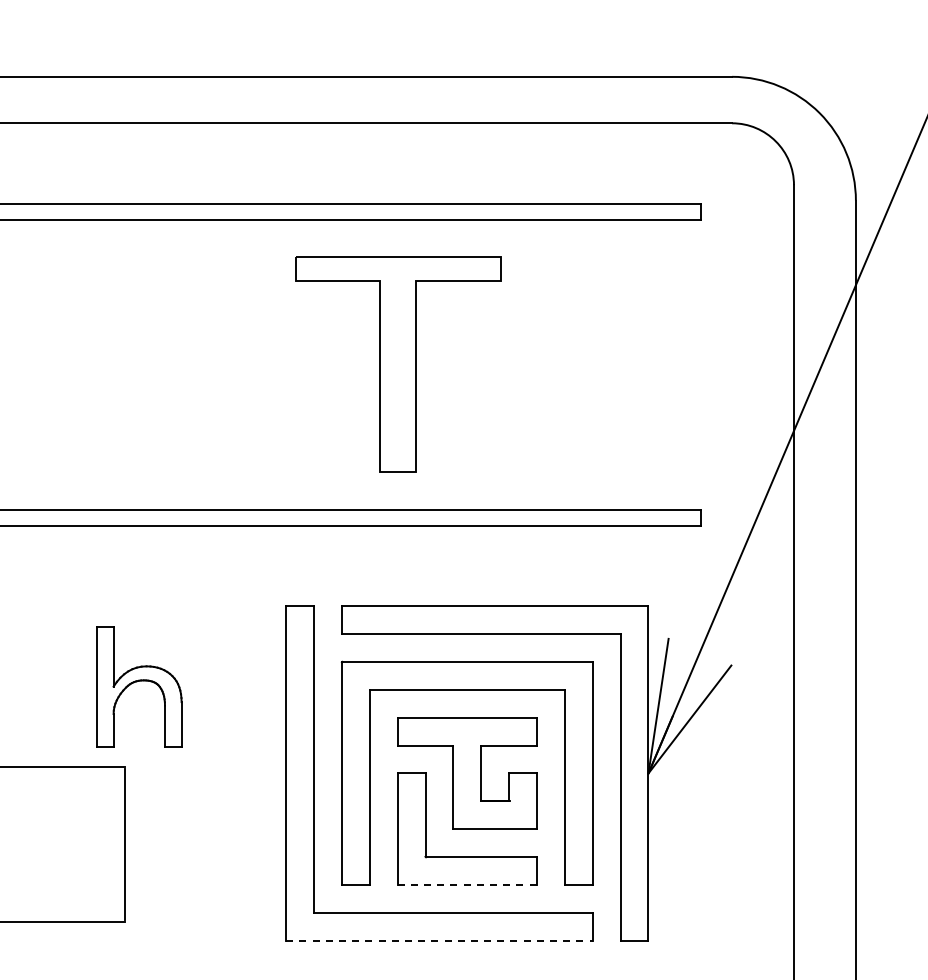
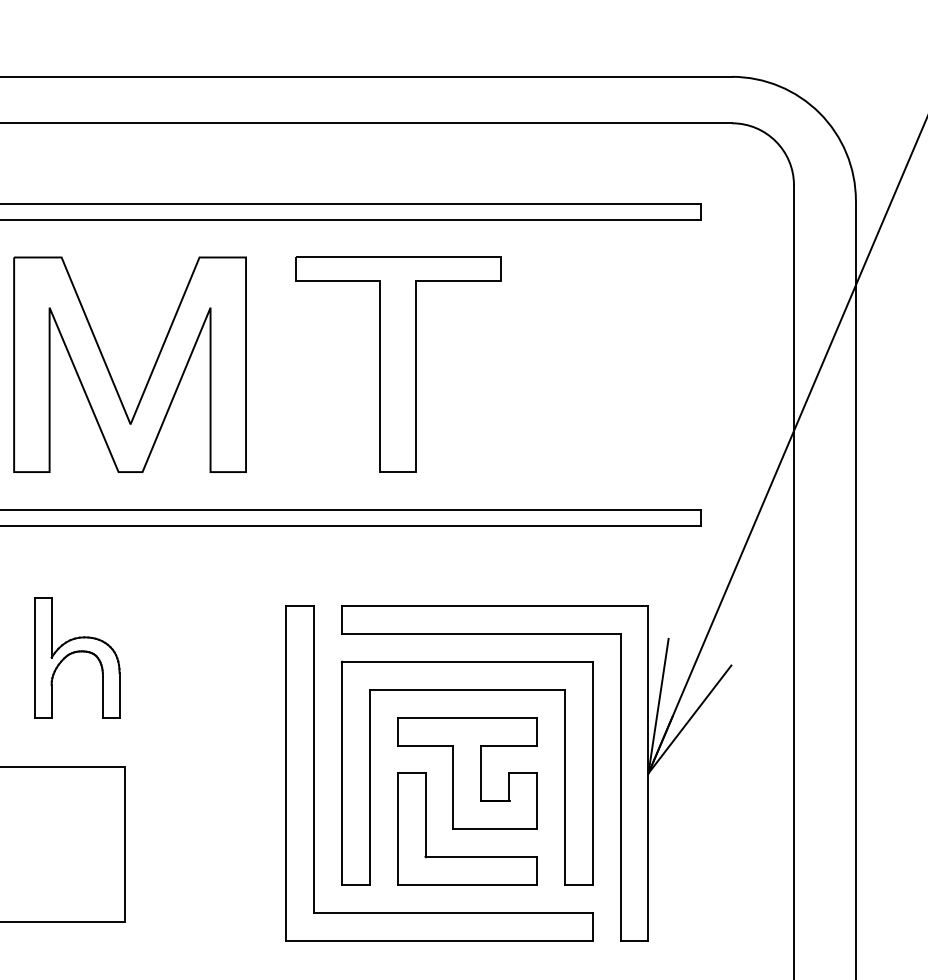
part at (110, 372): none -> present
part at (139, 686) position: (139, 686) -> (77, 657)
line at (467, 884): dashed -> solid
line at (439, 940): dashed -> solid
